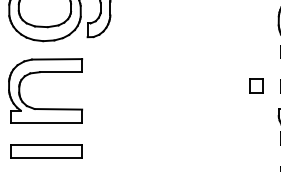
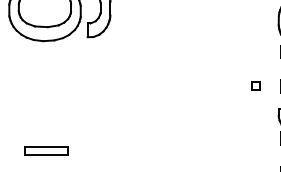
part at (45, 72): present -> none
part at (256, 85) size: 15x16 px -> 10x10 px
part at (46, 151) size: 73x15 px -> 45x10 px
